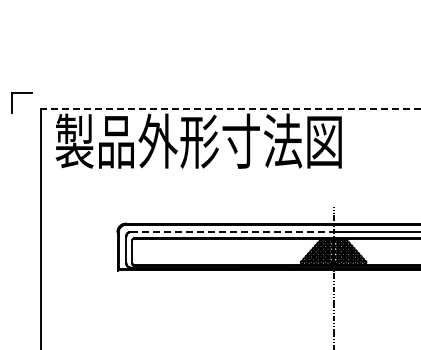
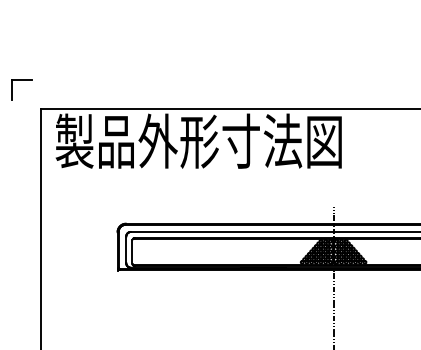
part at (21, 93) position: (21, 93) -> (21, 80)
line at (230, 109): dashed -> solid
line at (232, 232): dashed -> solid
